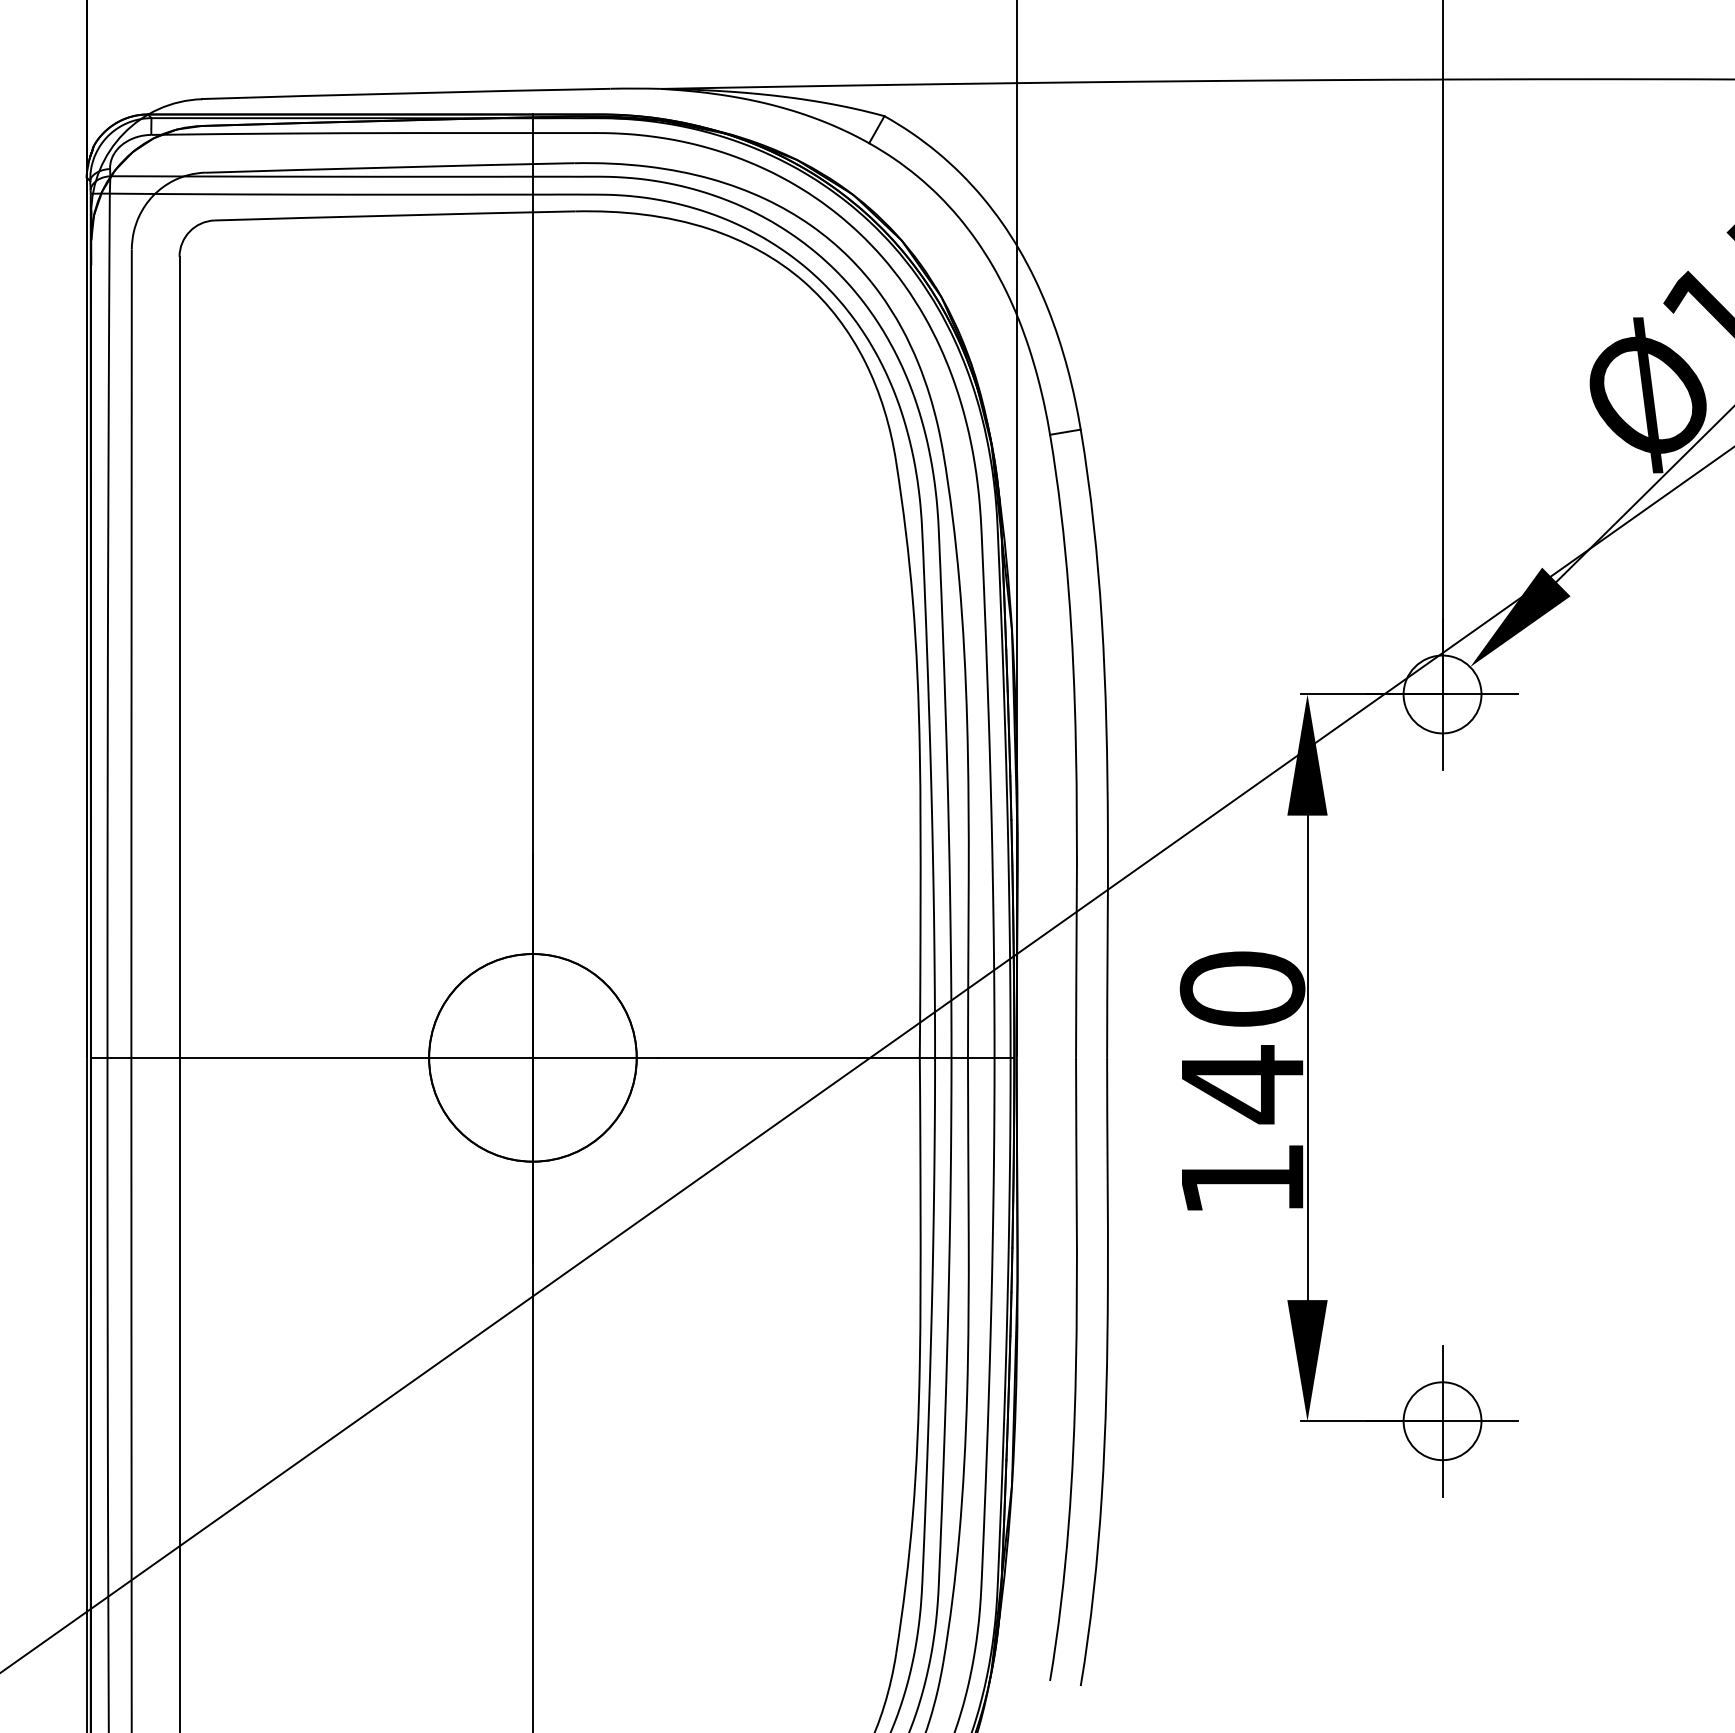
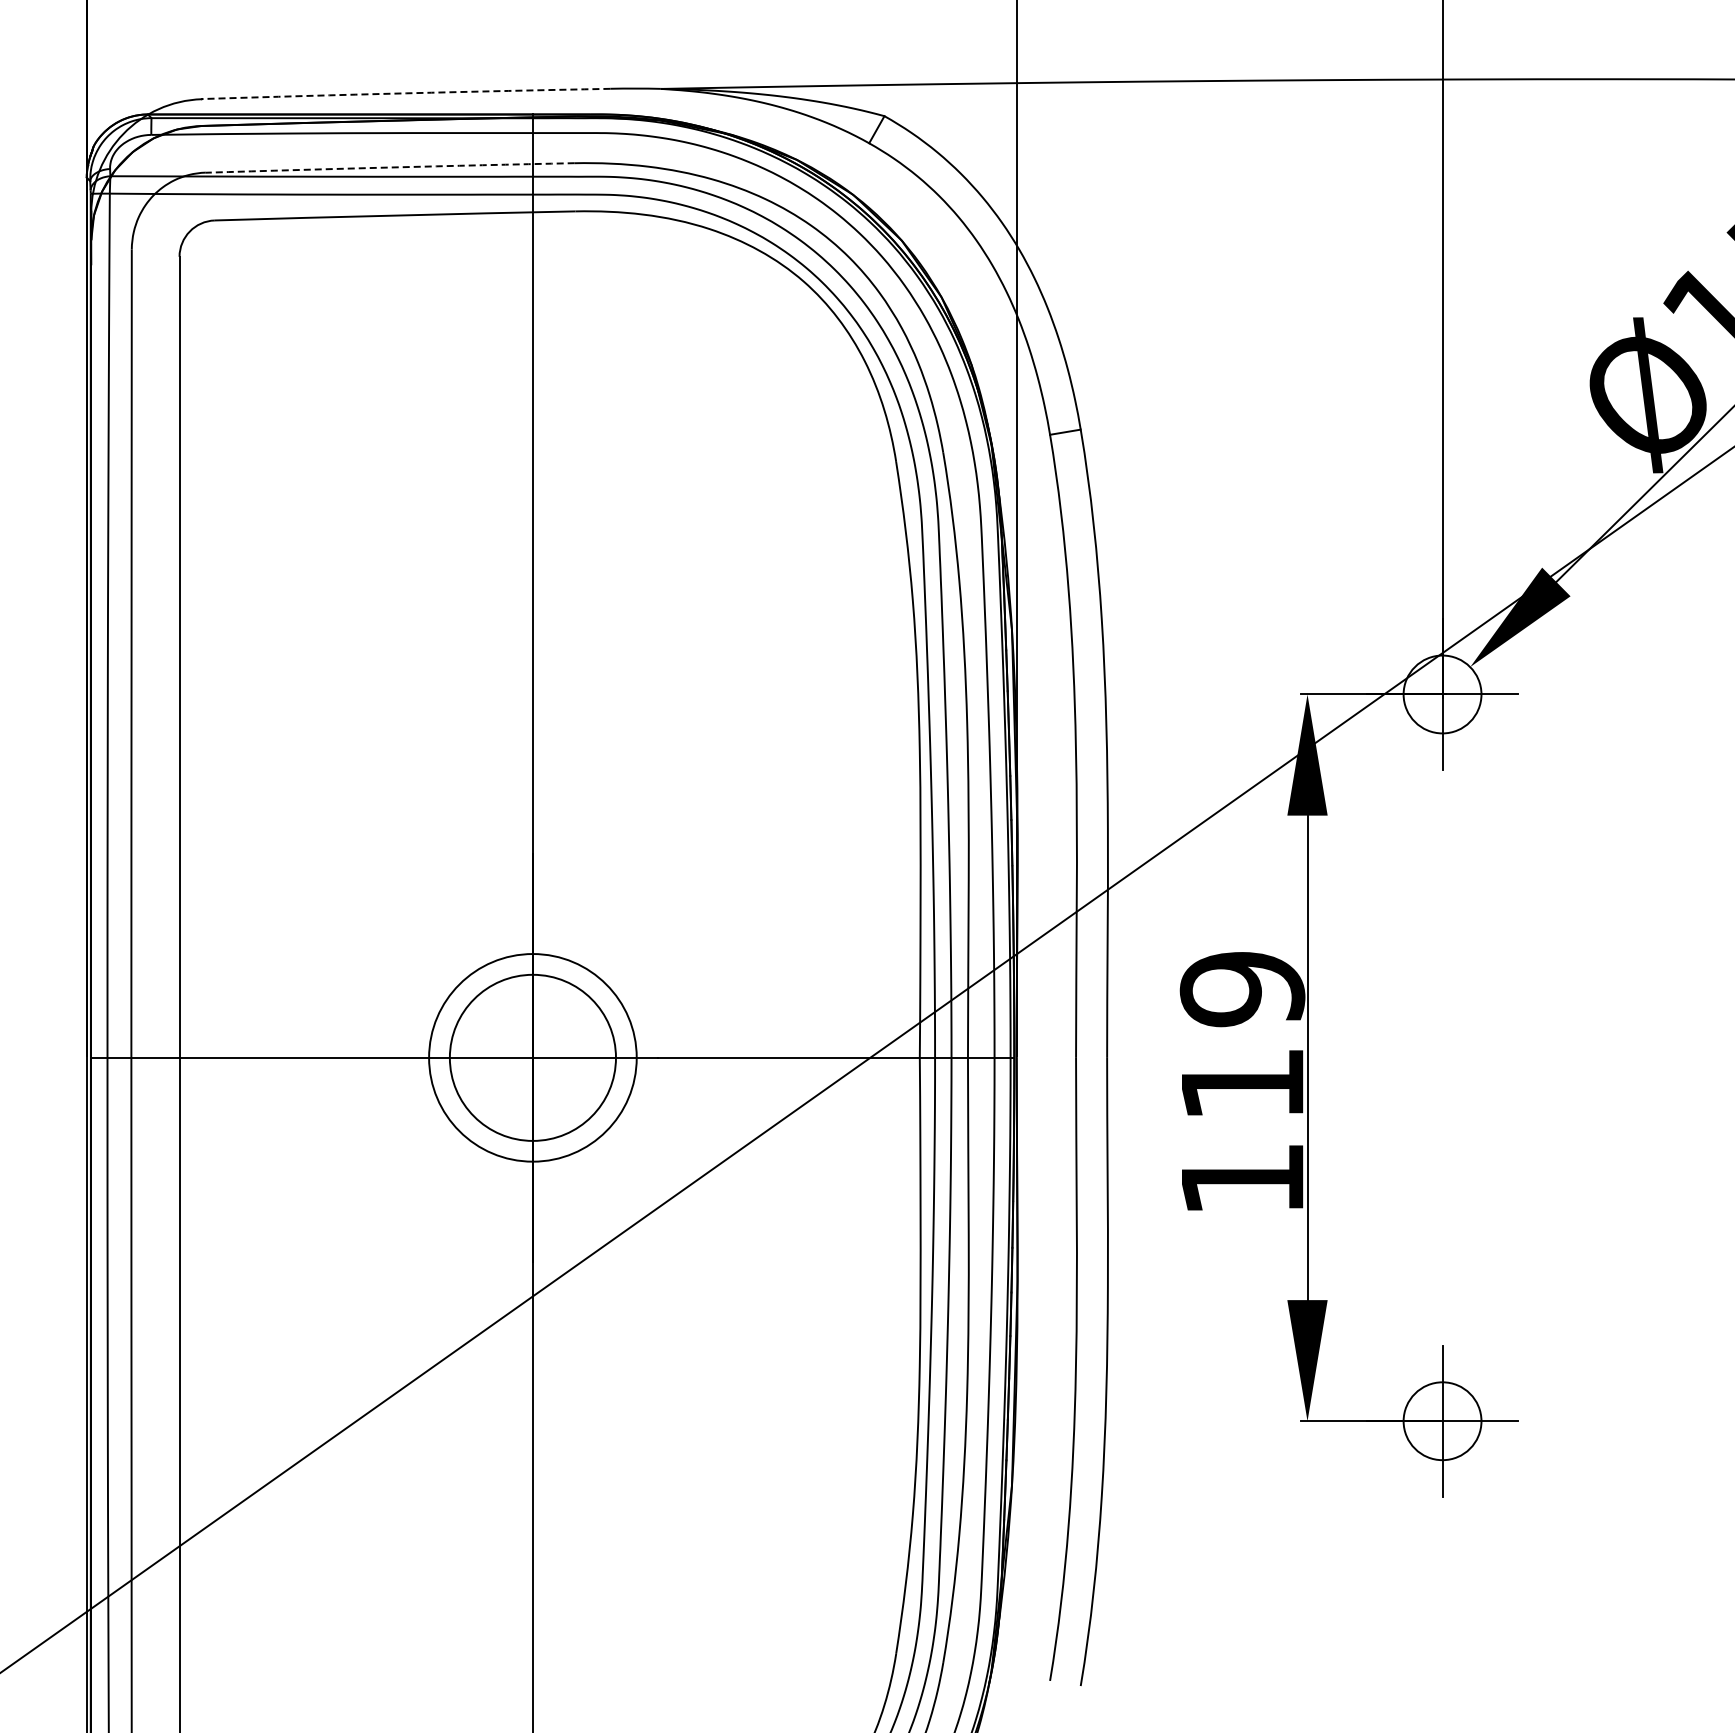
arc at (406, 93): solid -> dashed
arc at (390, 167): solid -> dashed
text at (1242, 1037): 140 -> 119
circle at (532, 1057) diameter: 208 px -> 166 px
